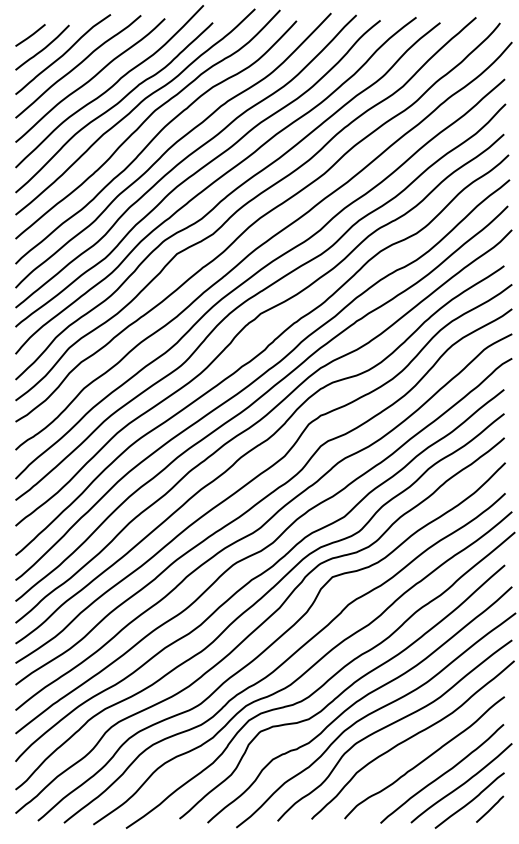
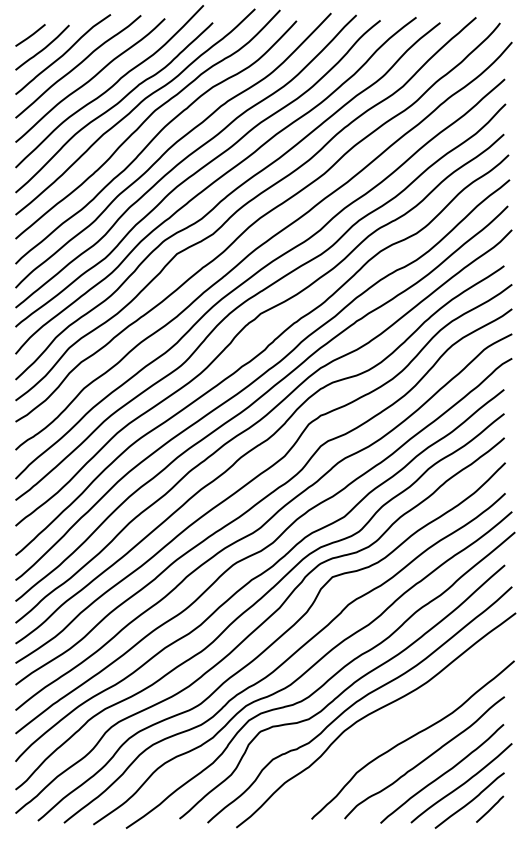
curve at (391, 725): present -> none
